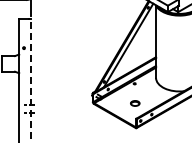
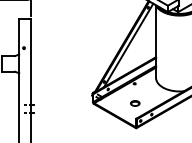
line at (30, 80): dashed -> solid
